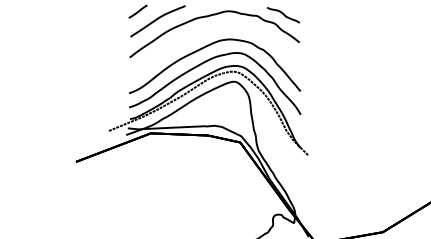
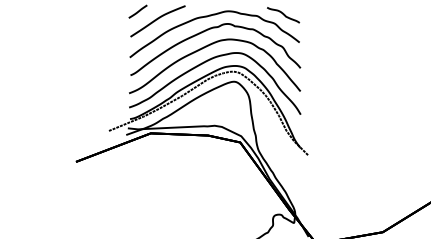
curve at (206, 31): none -> present
